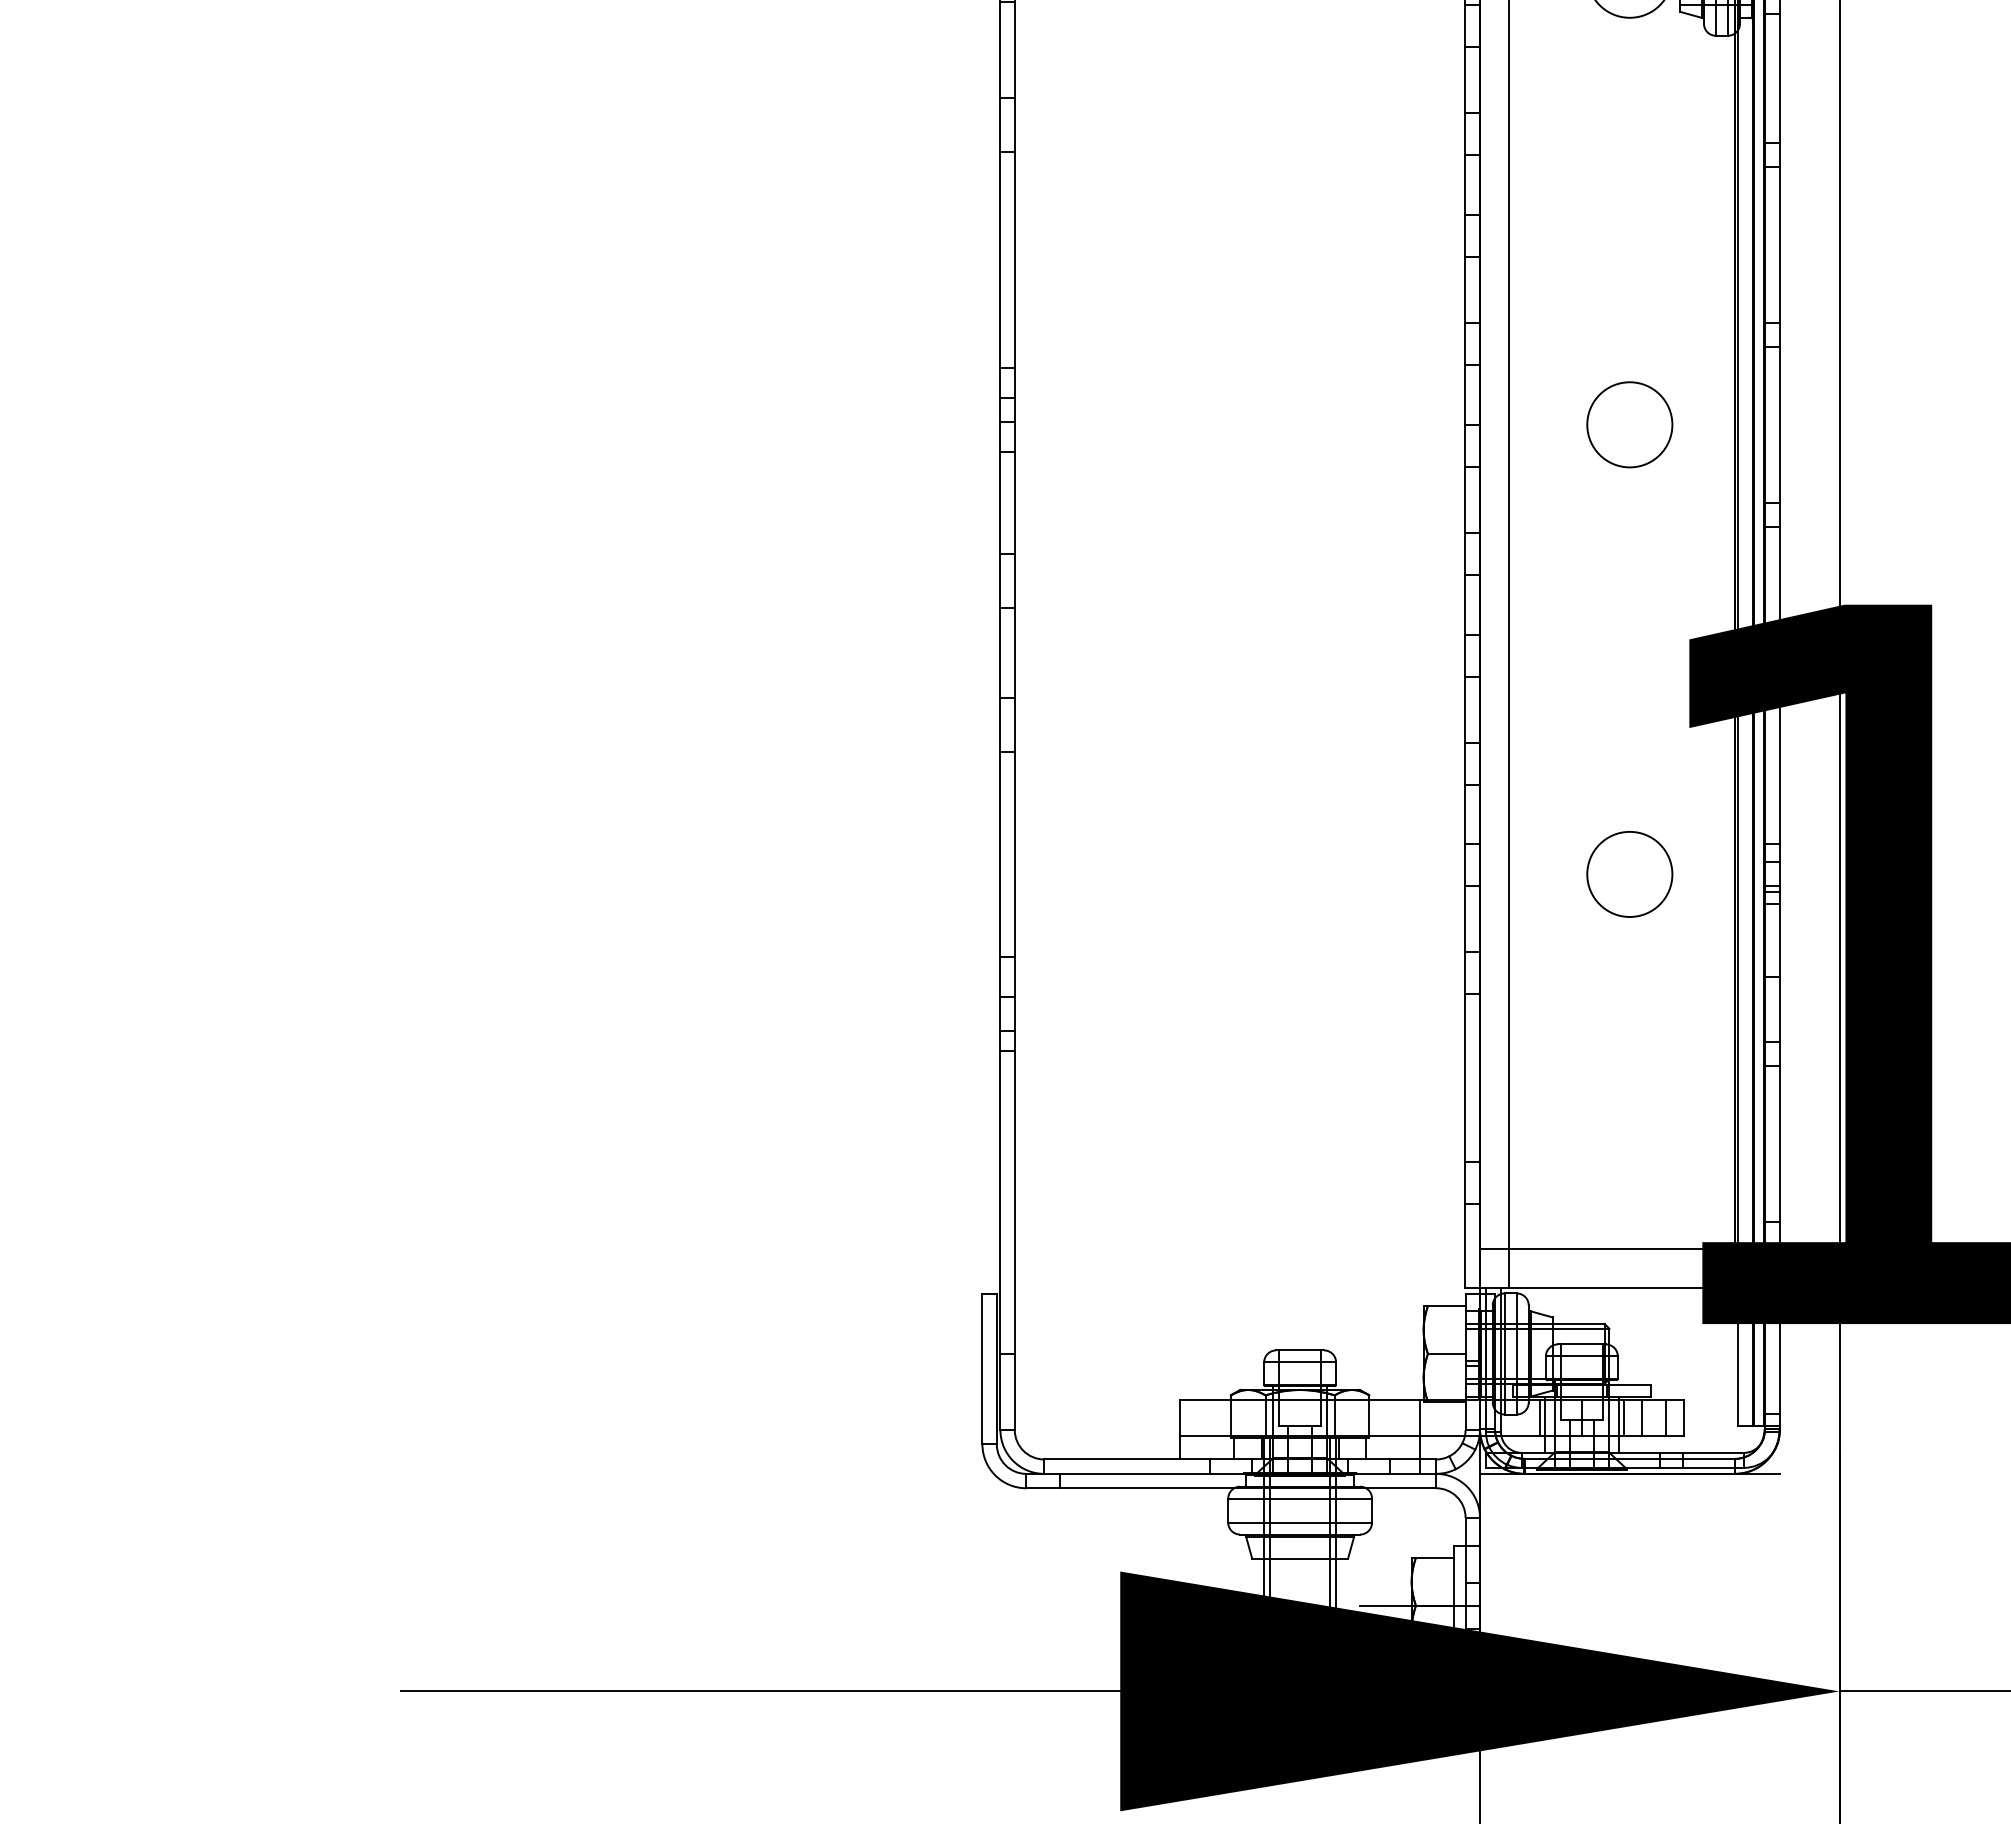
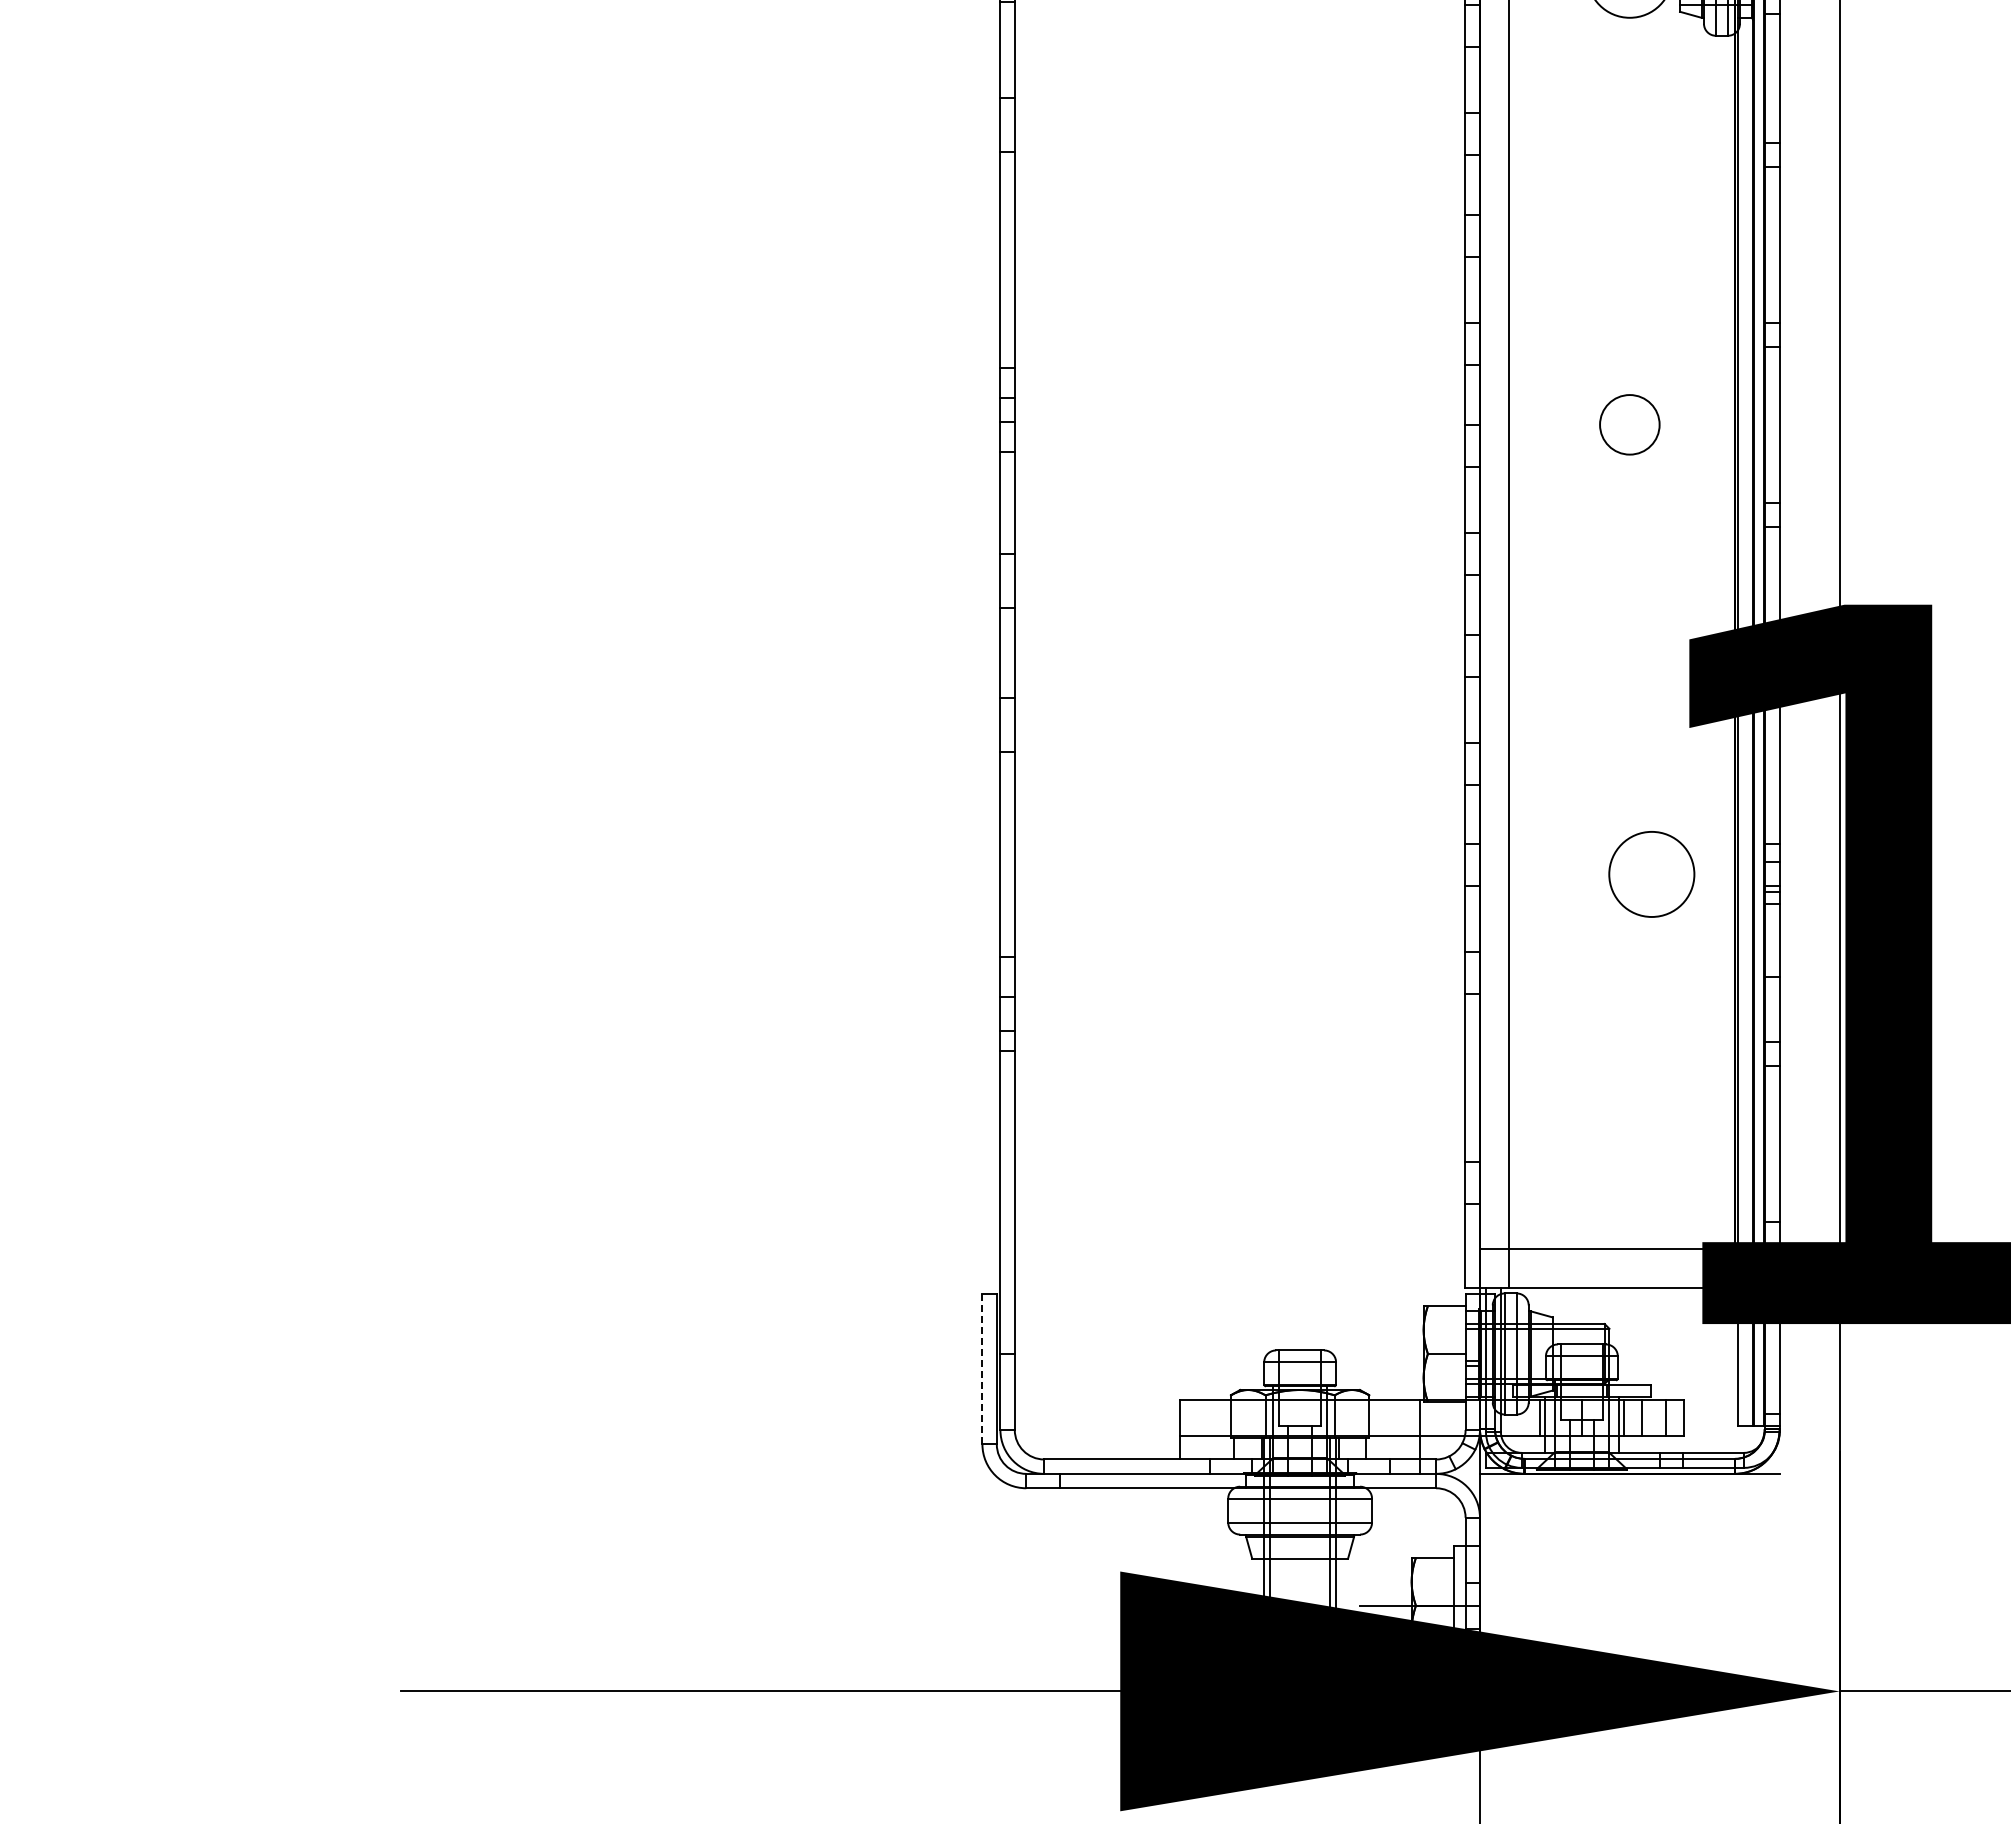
circle at (1629, 424) diameter: 85 px -> 60 px
circle at (1629, 874) position: (1629, 874) -> (1651, 874)
line at (982, 1369): solid -> dashed
